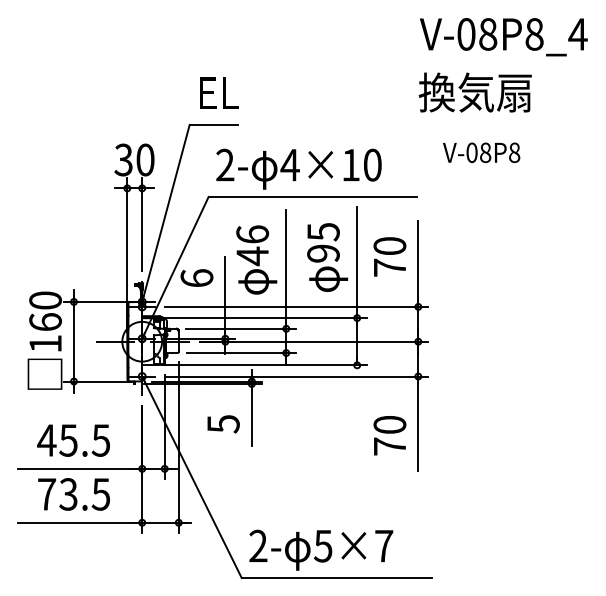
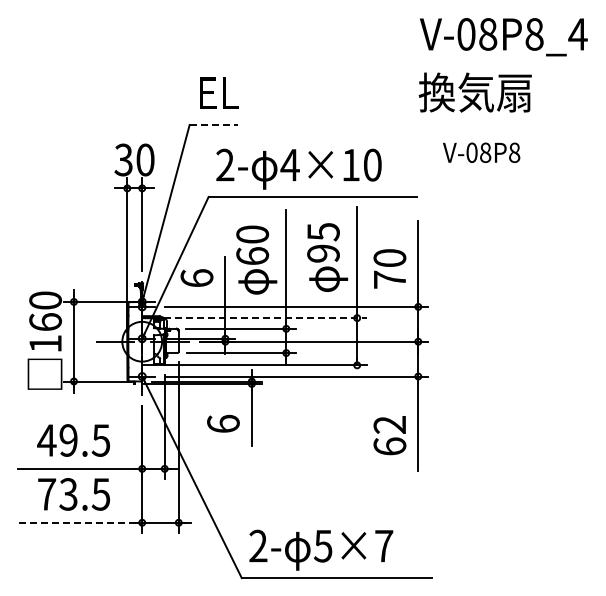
line at (214, 124): solid -> dashed
text at (252, 245): 46 -> 60
text at (389, 256) position: (389, 256) -> (389, 268)
line at (265, 318): solid -> dashed
text at (223, 423): 5 -> 6
text at (389, 435): 70 -> 62
text at (68, 440): 45.5 -> 49.5
line at (76, 522): solid -> dashed
